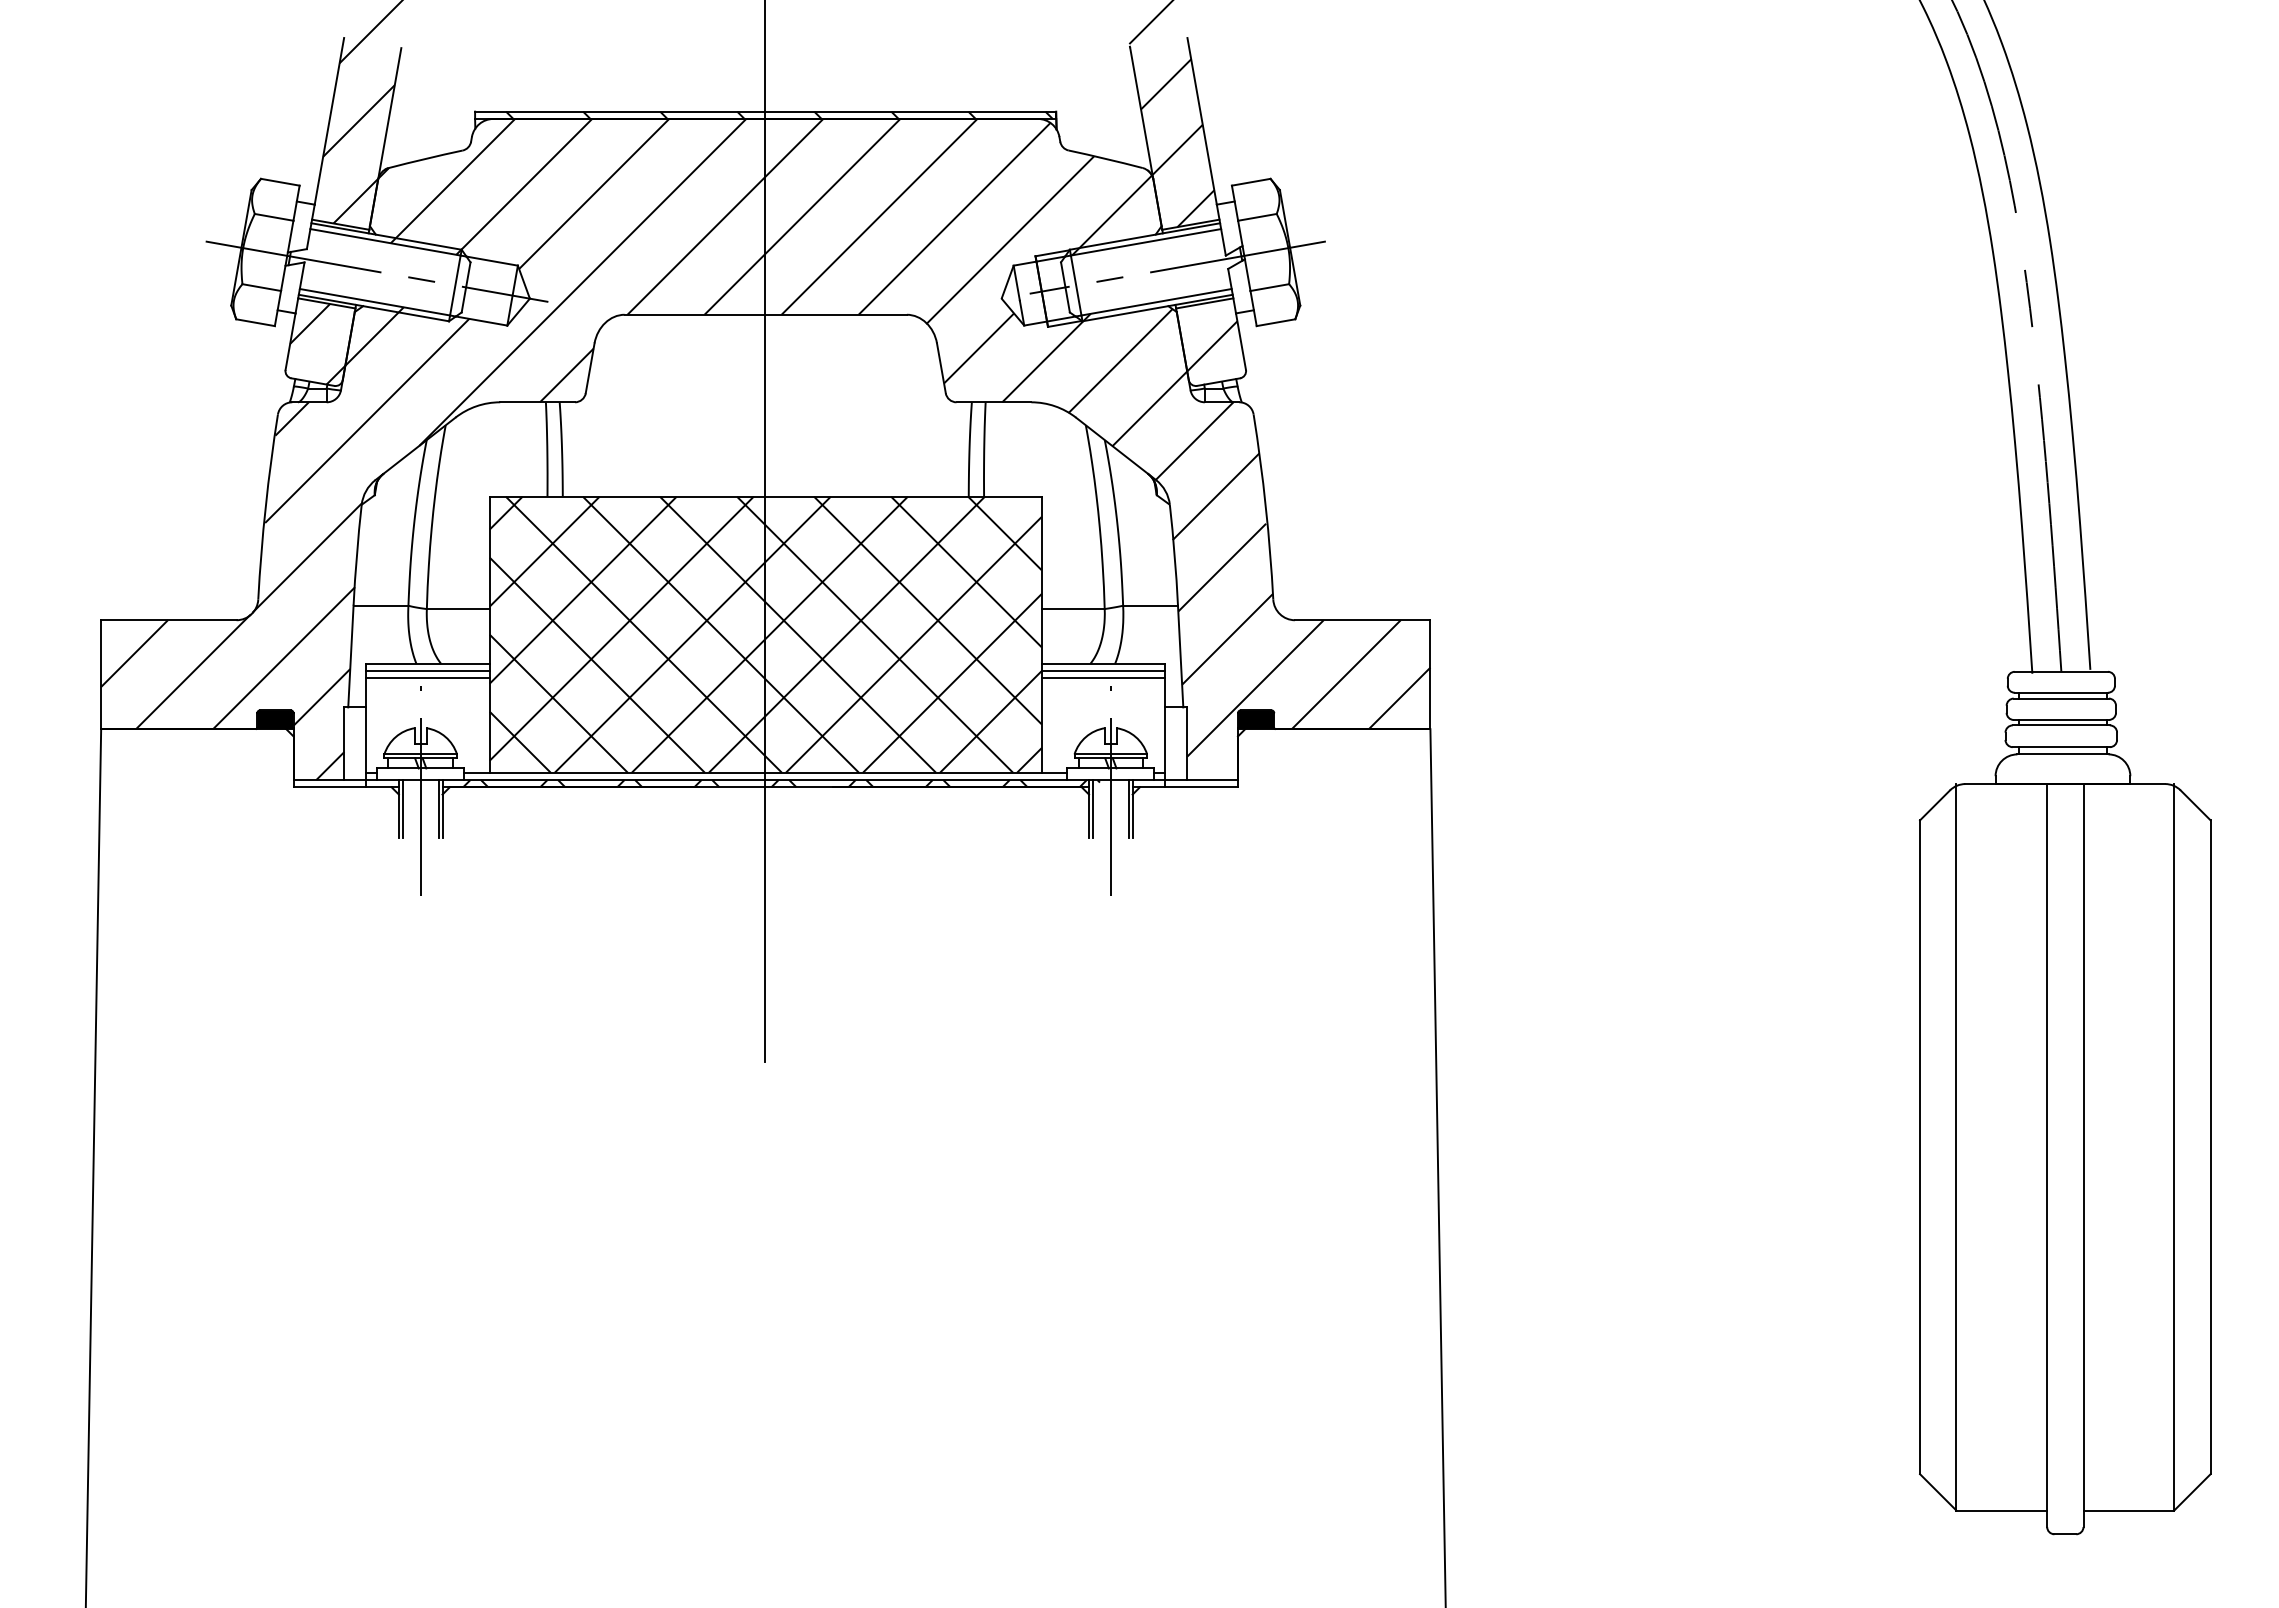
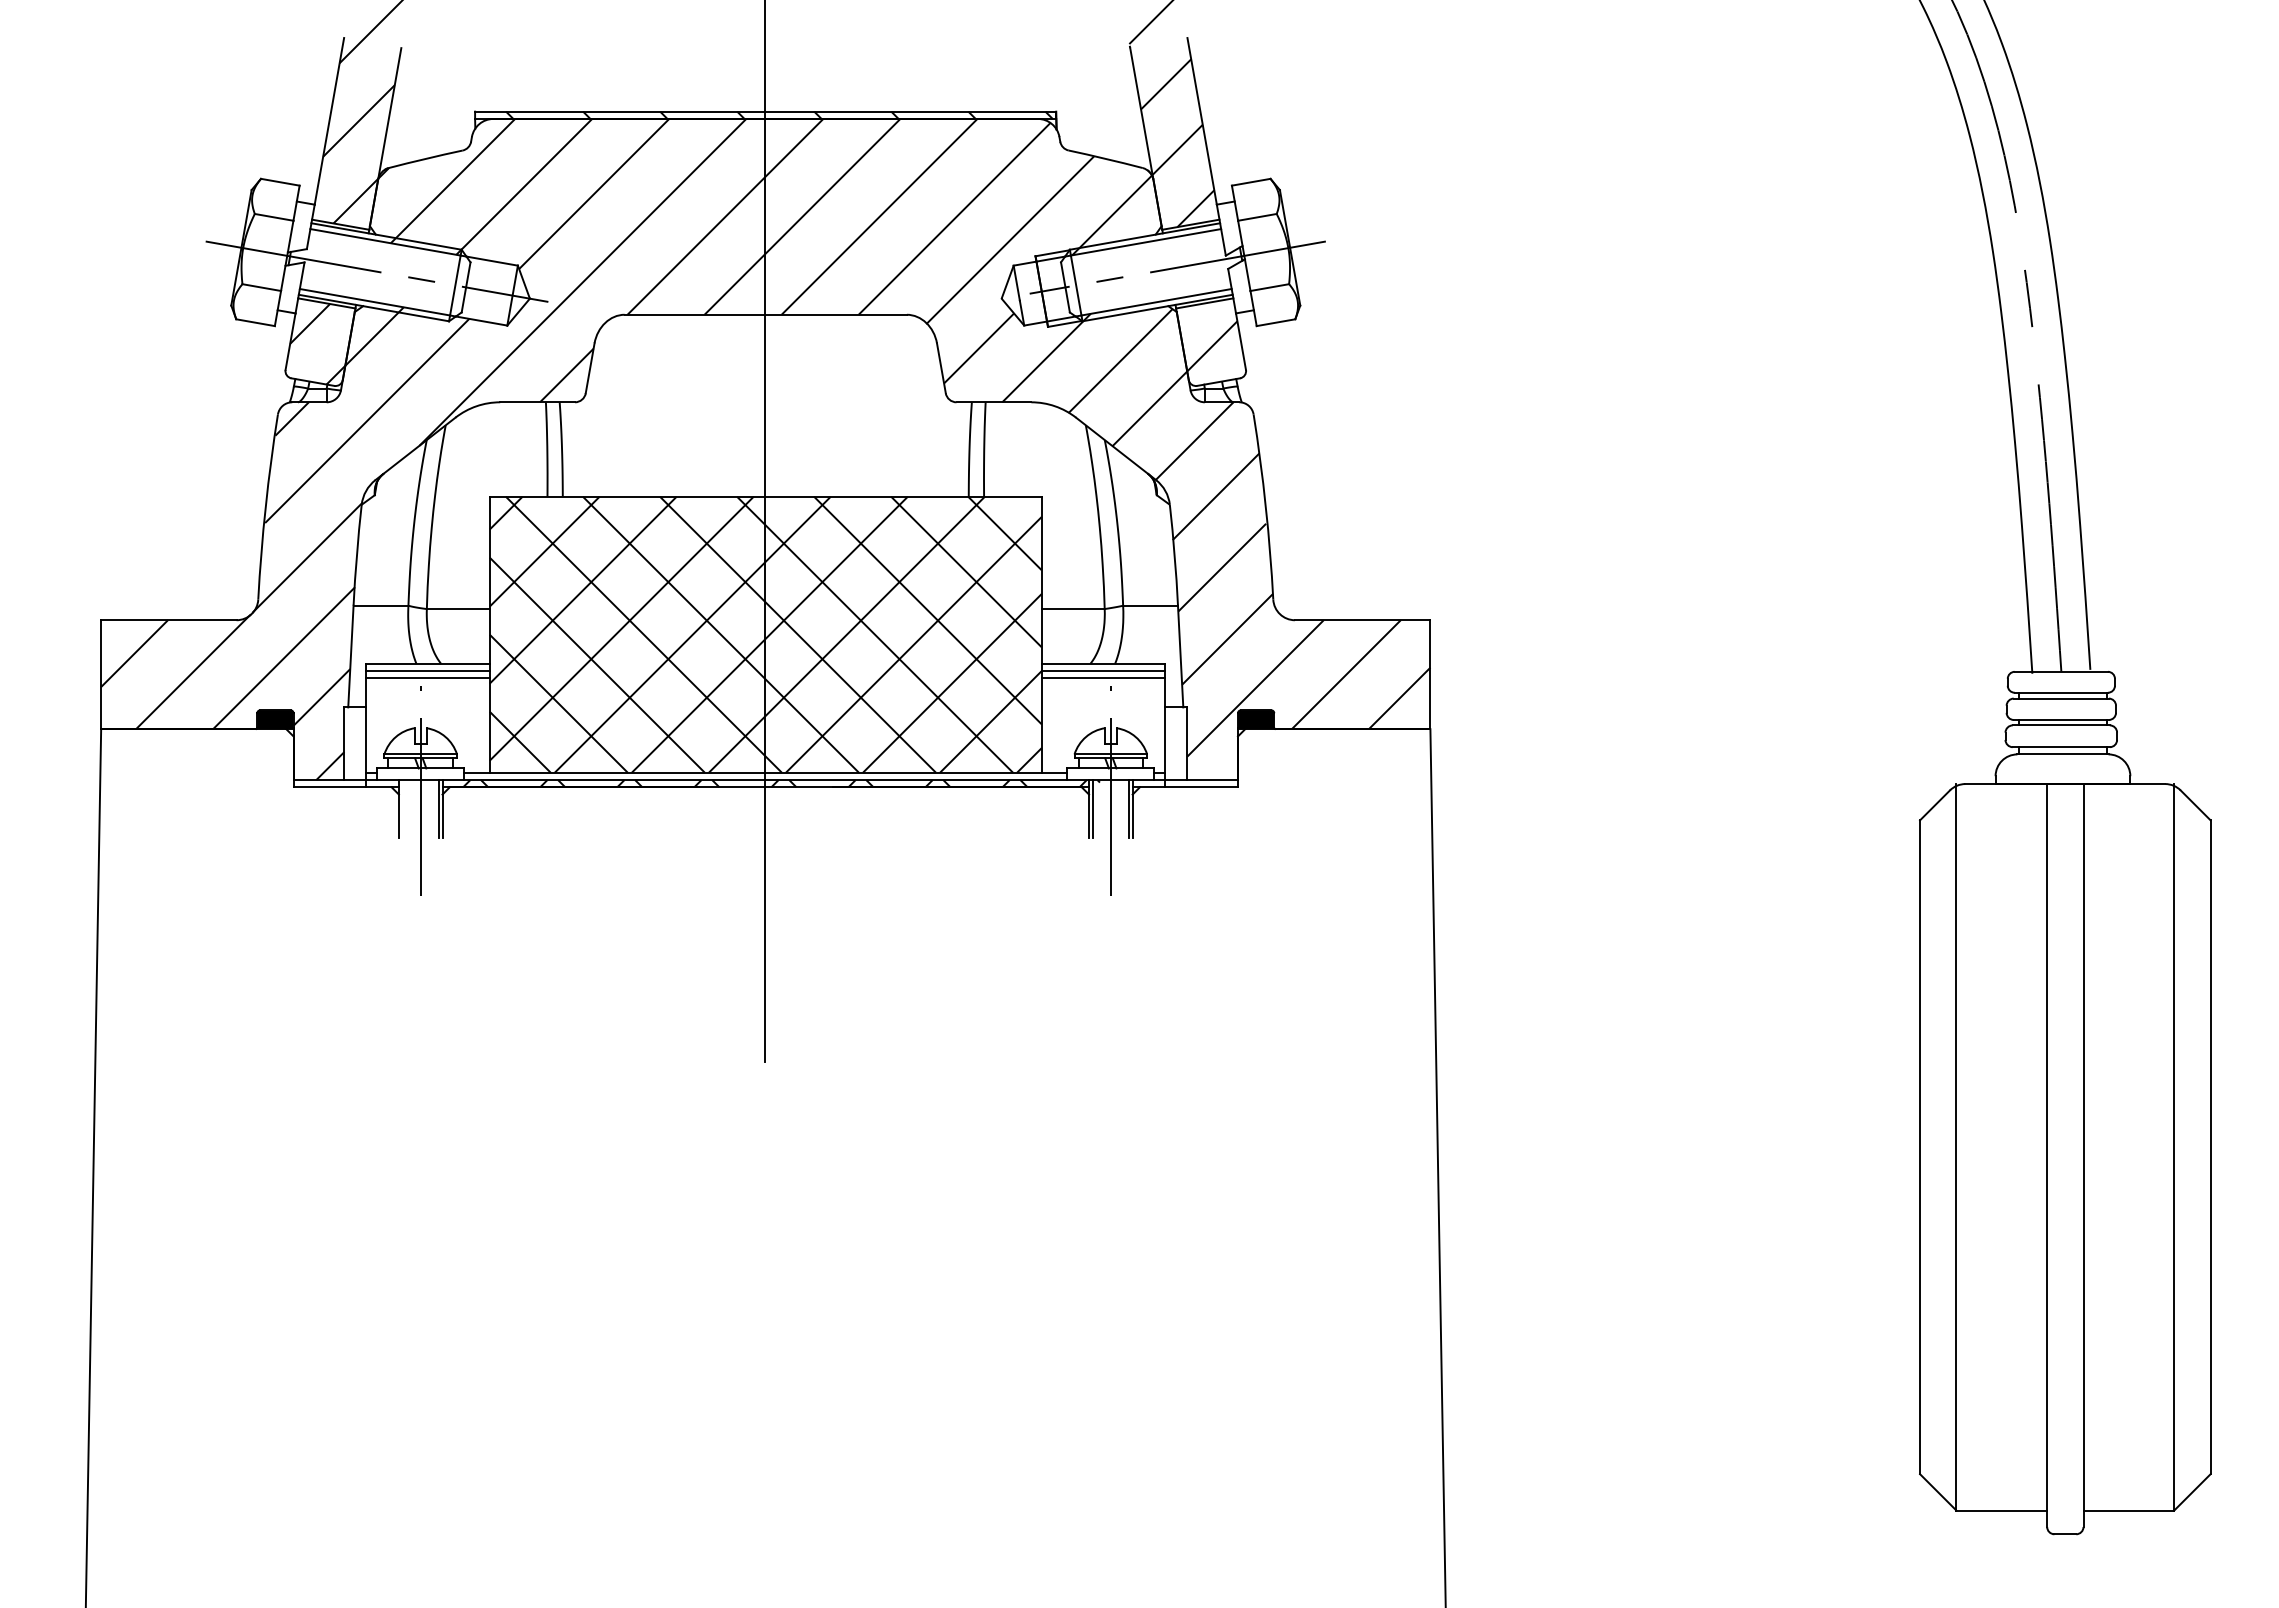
line at (402, 809): present -> none
